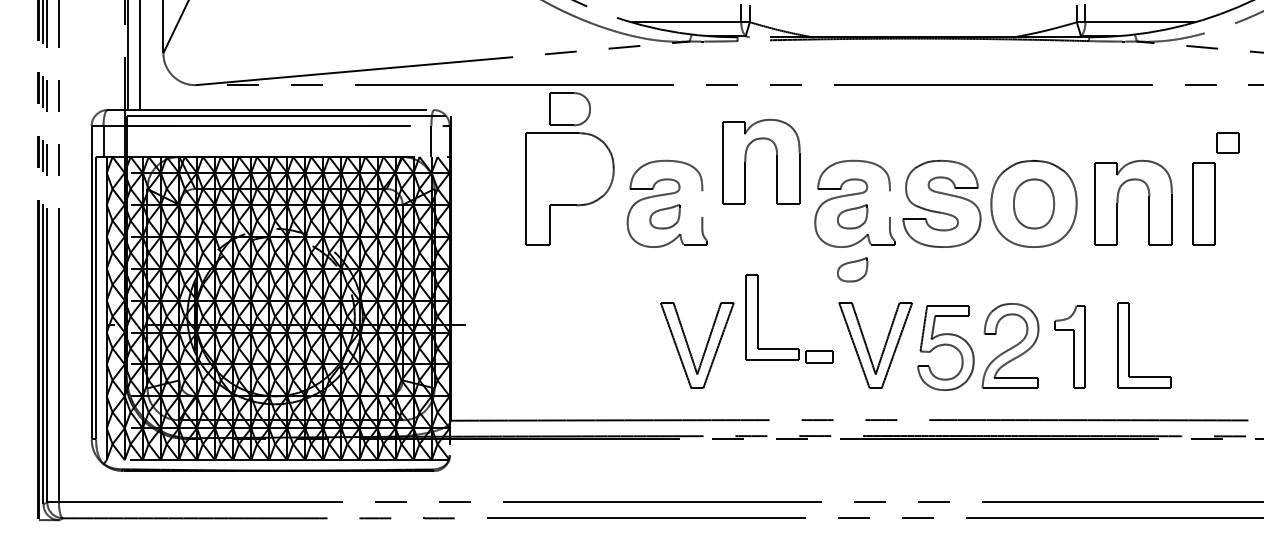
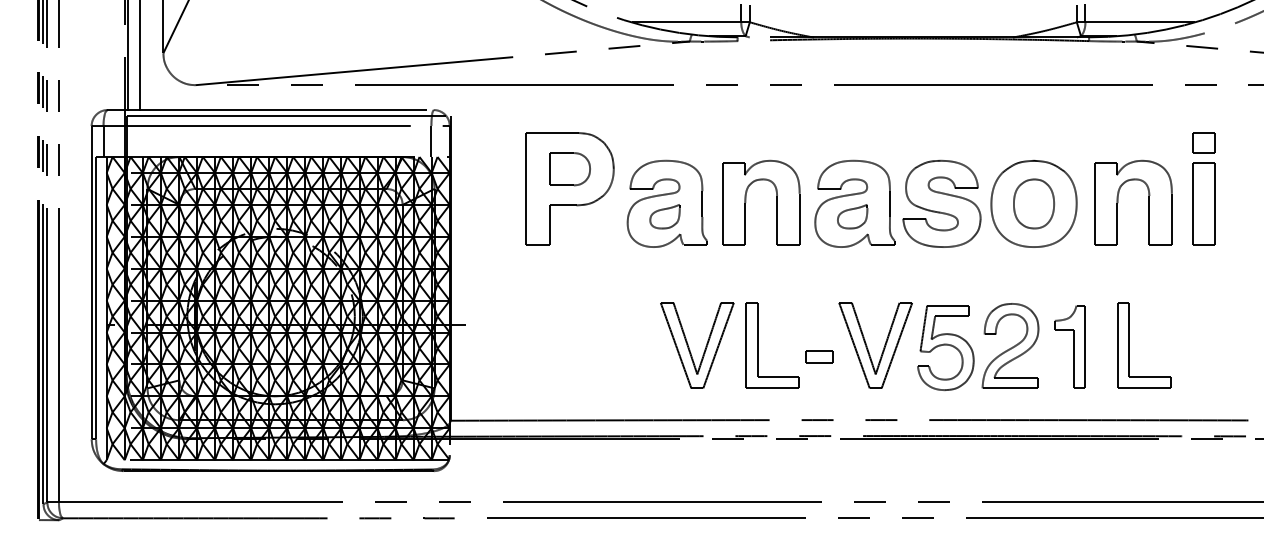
part at (569, 109) position: (569, 109) -> (569, 169)
part at (1227, 142) position: (1227, 142) -> (1203, 142)
part at (746, 161) position: (746, 161) -> (746, 202)
line at (702, 203): none -> present
line at (889, 203): none -> present
part at (852, 269): present -> none
part at (758, 317) position: (758, 317) -> (758, 345)
